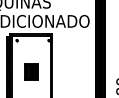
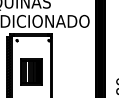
part at (31, 71) size: 15x18 px -> 23x28 px
